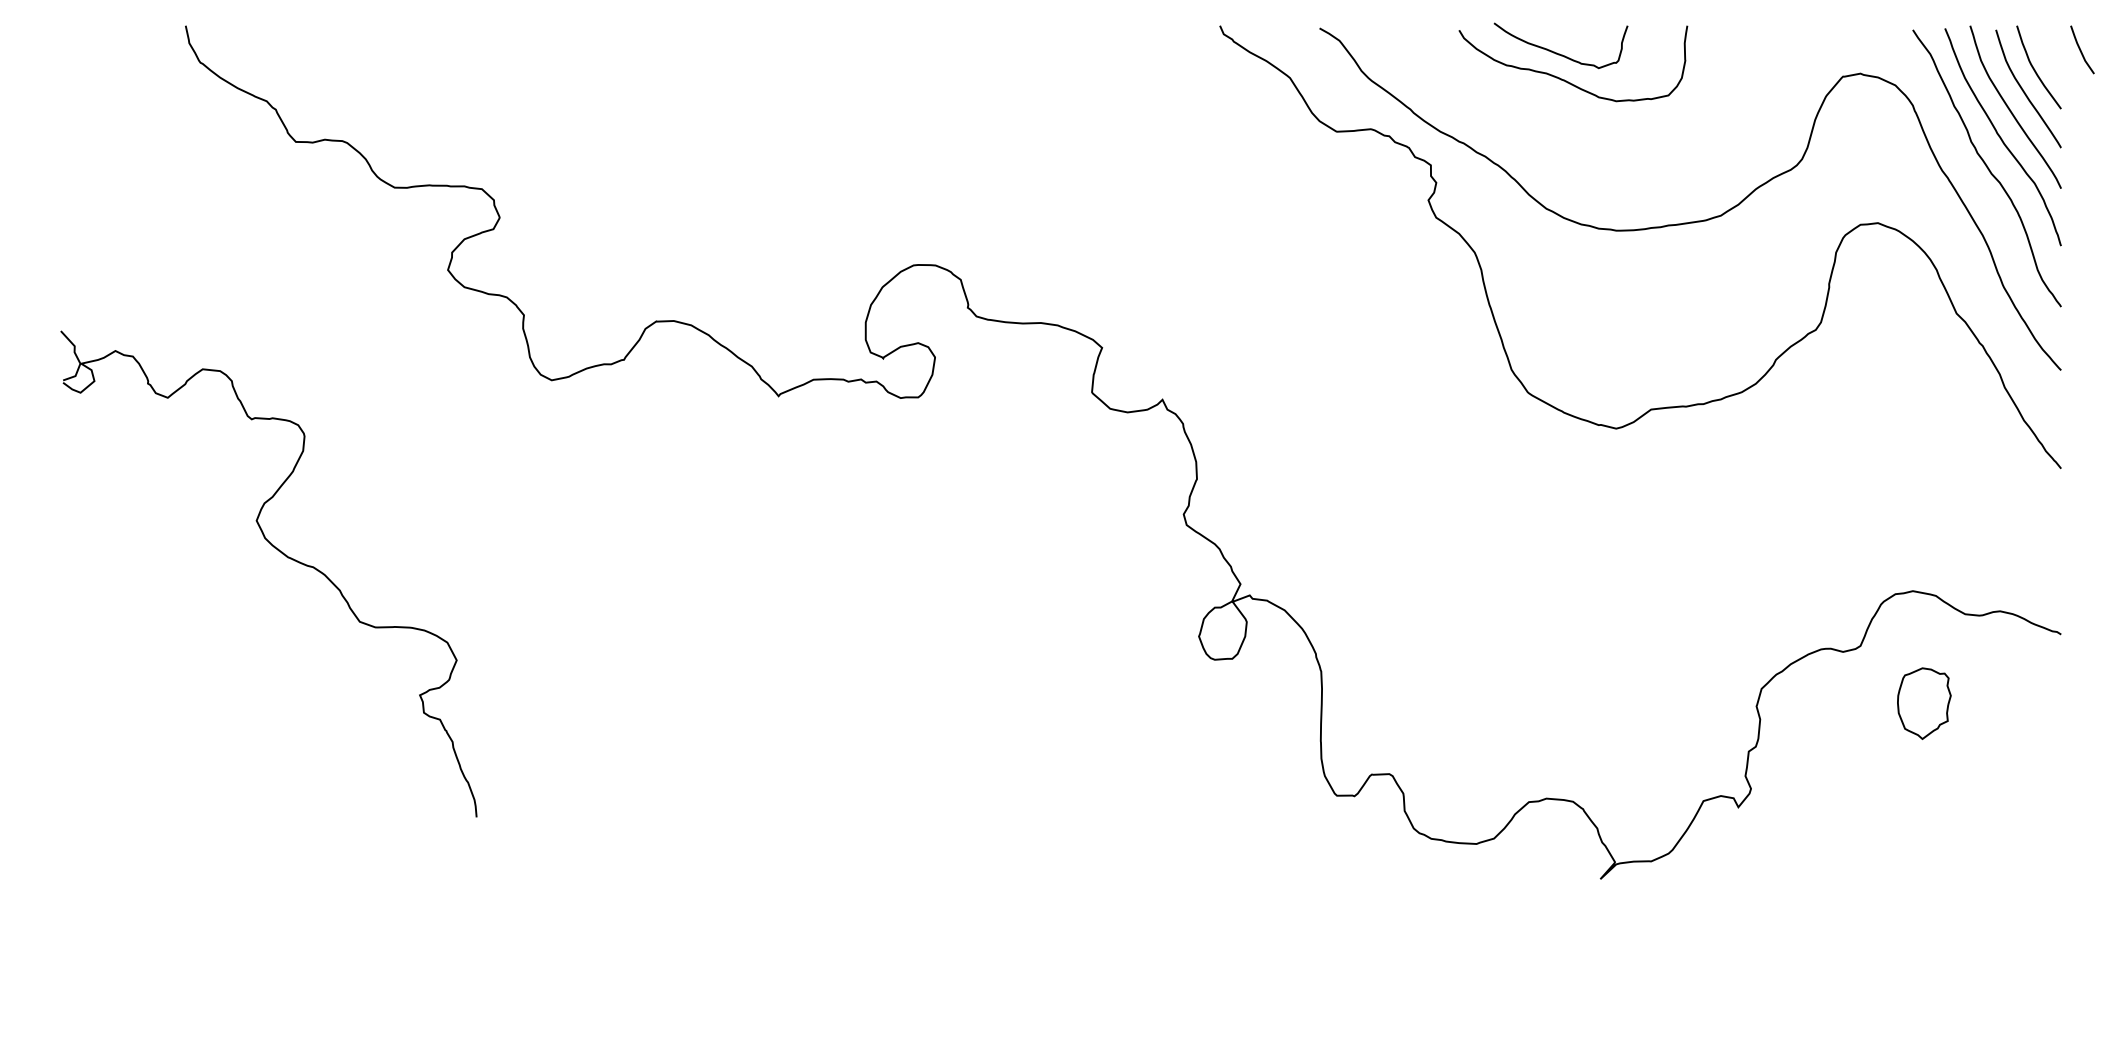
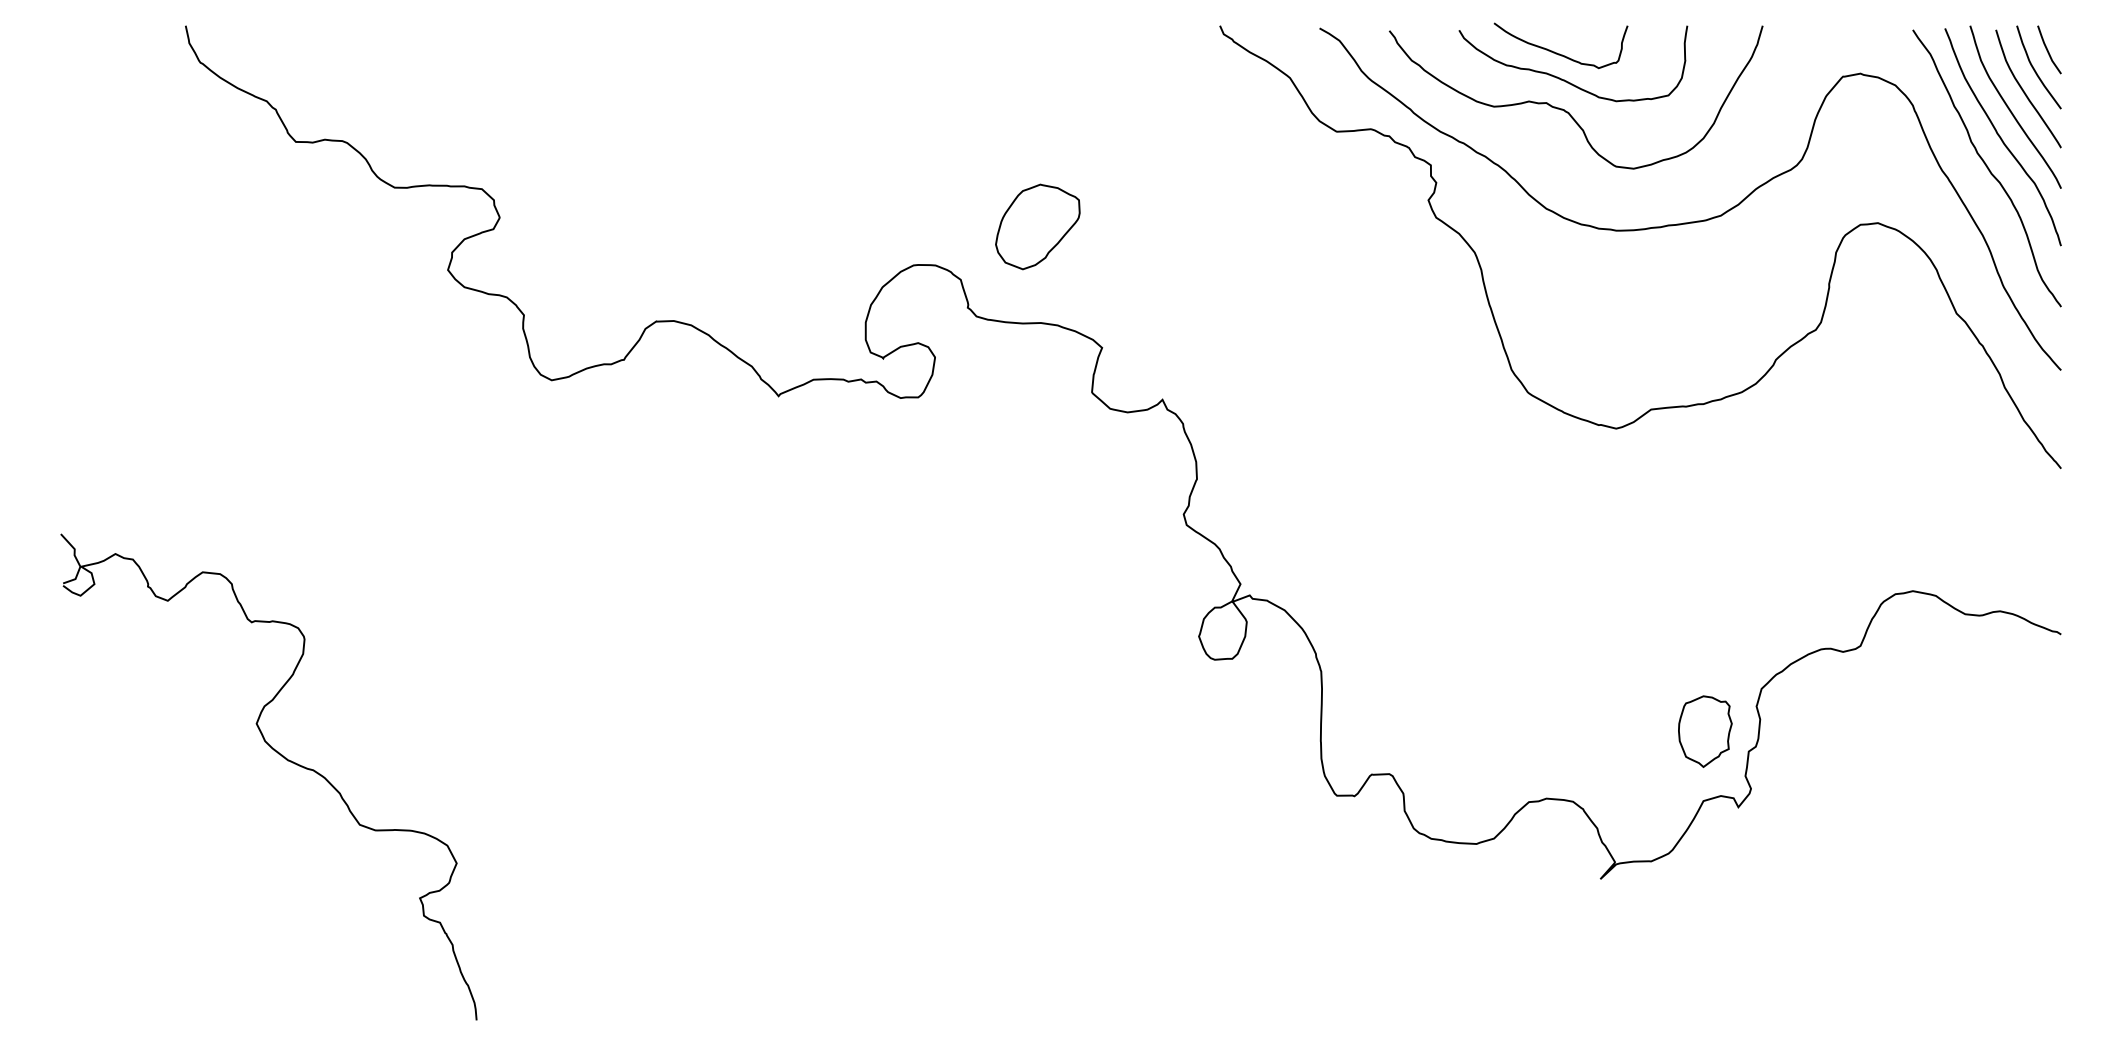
line at (2081, 49) position: (2081, 49) -> (2048, 49)
curve at (1566, 110): none -> present
part at (1037, 226): none -> present
part at (282, 554) position: (282, 554) -> (282, 757)
part at (1924, 703) position: (1924, 703) -> (1705, 731)
